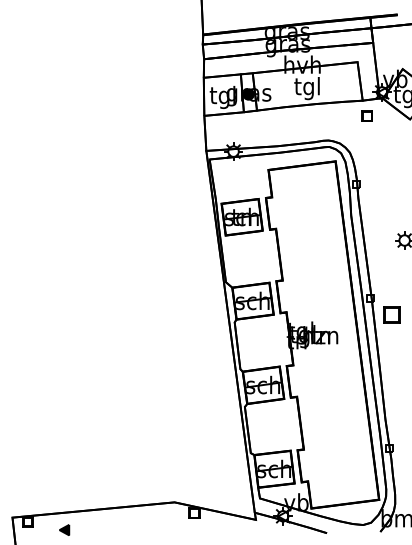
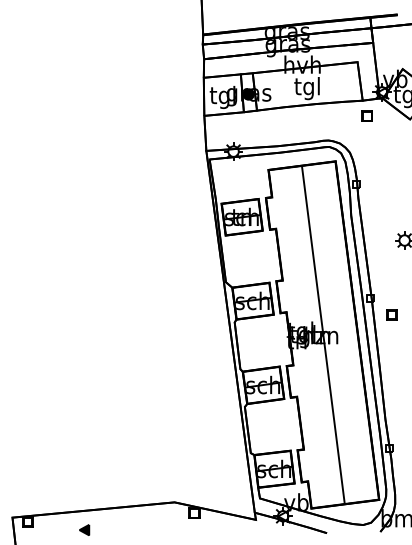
part at (391, 314) size: 18x18 px -> 12x12 px
line at (323, 334): none -> present
part at (64, 529) position: (64, 529) -> (84, 529)
